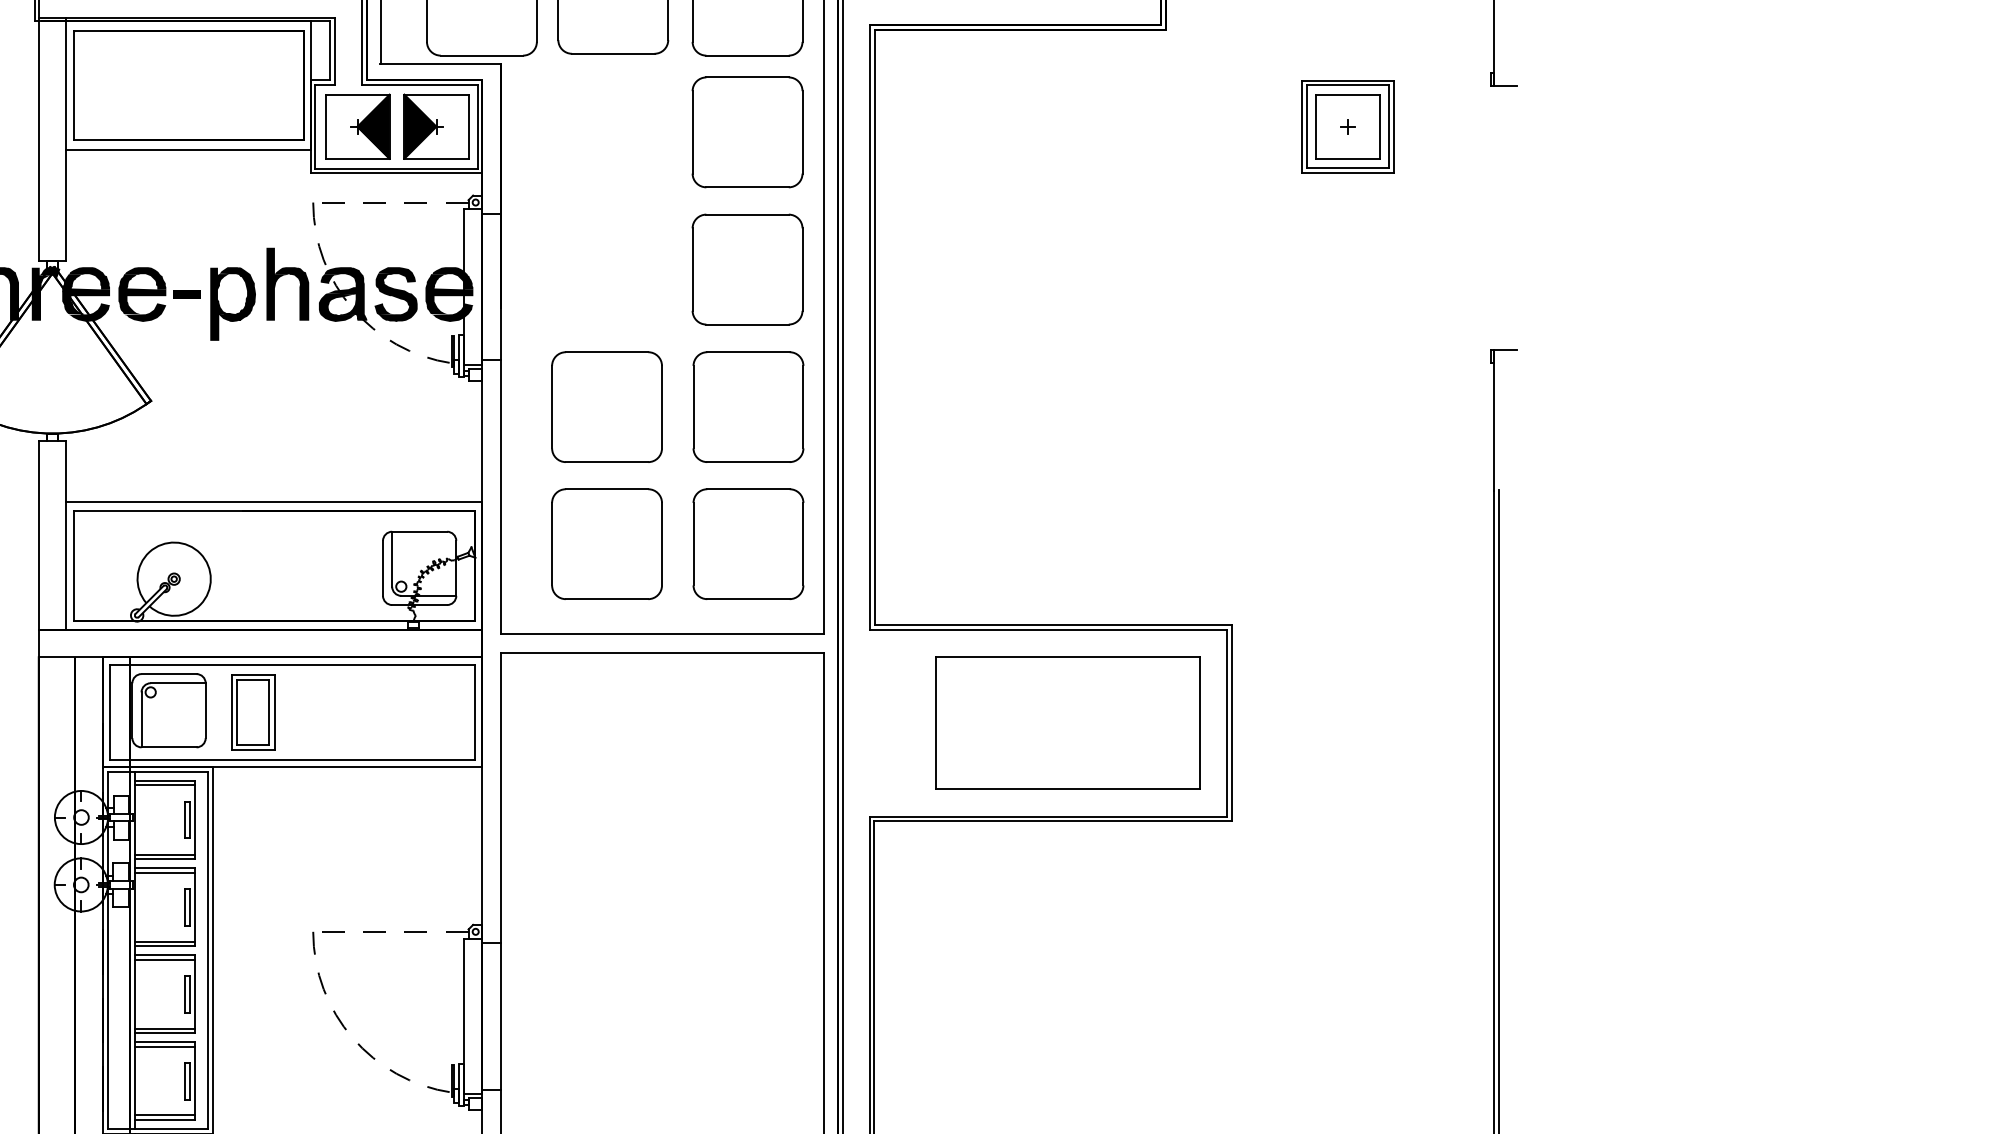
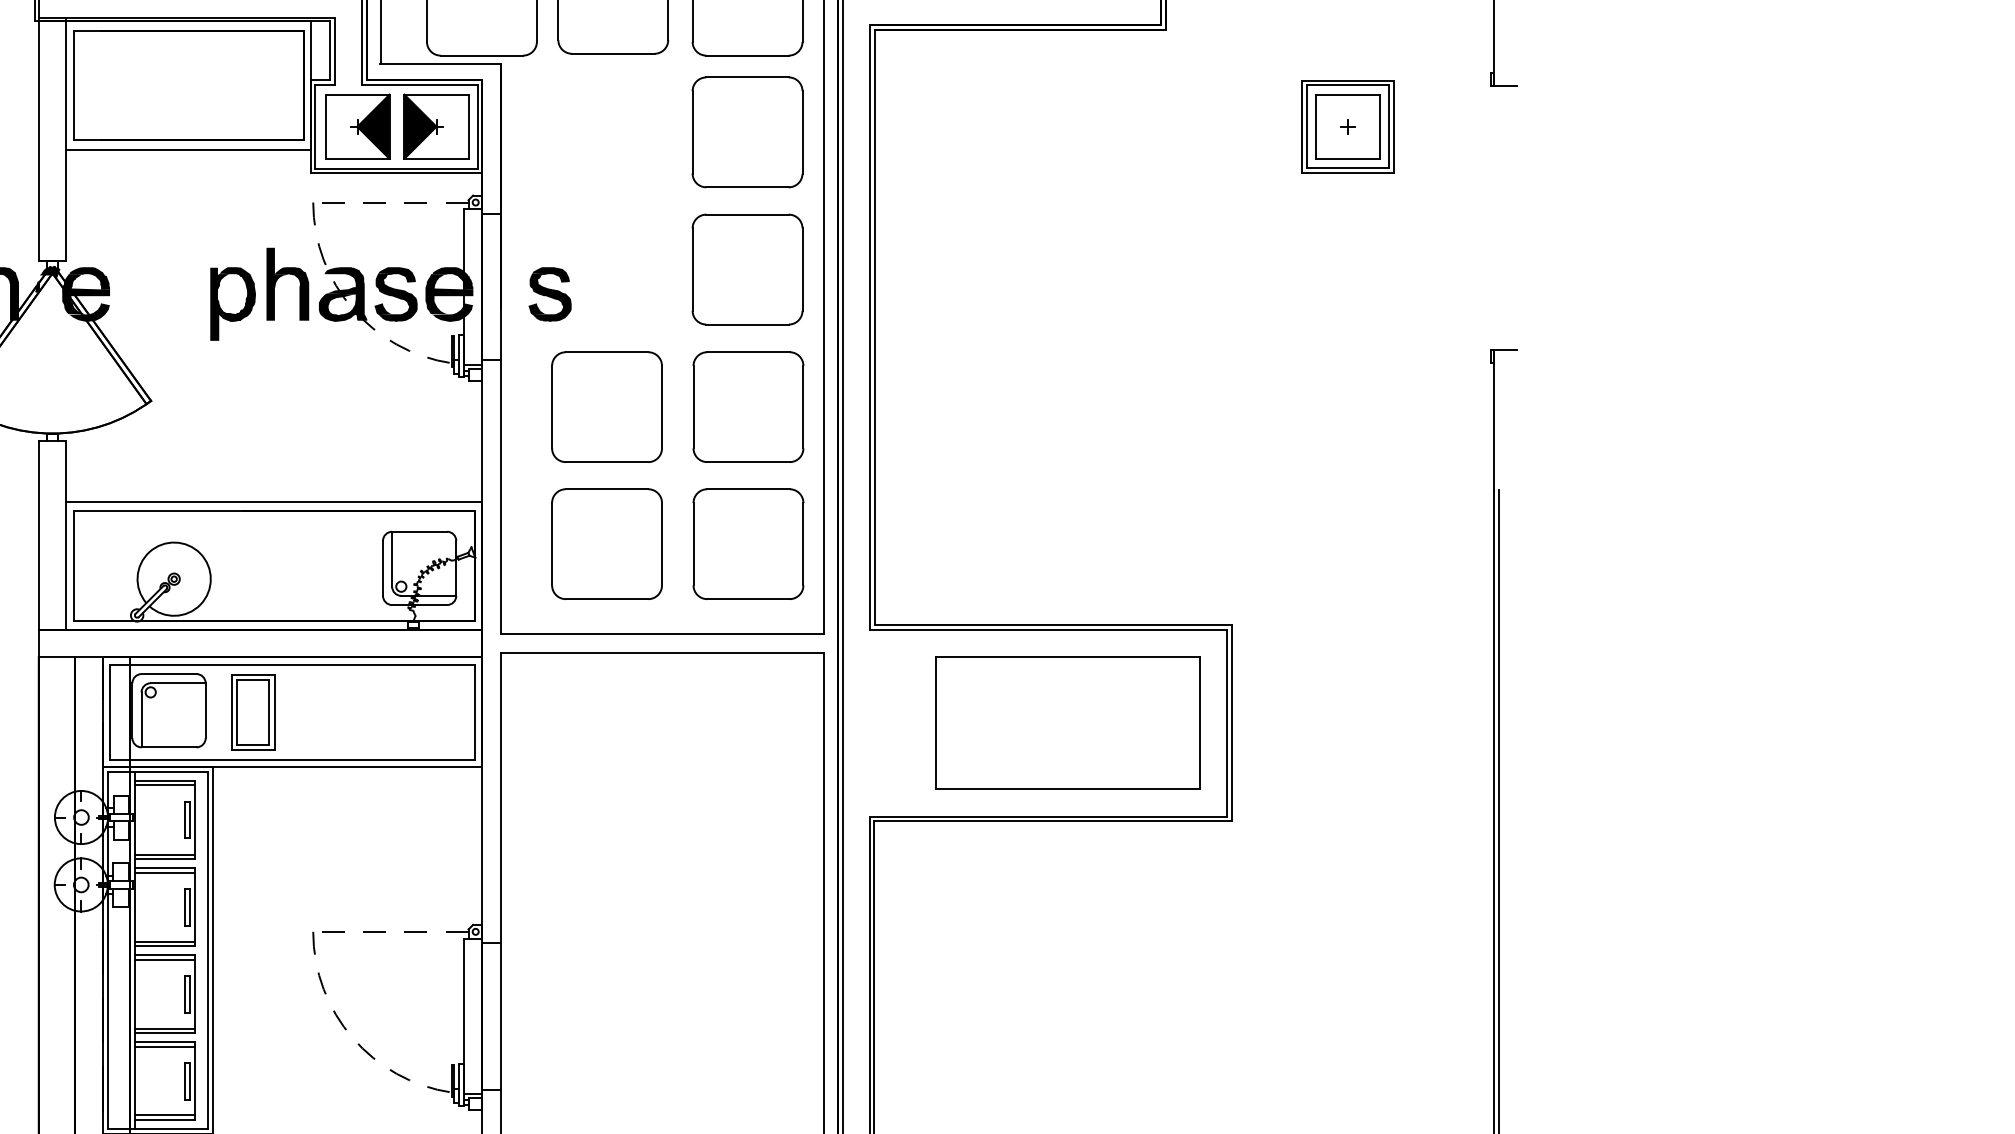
fill at (330, 278): present -> none
fill at (40, 293): present -> none
part at (159, 294): present -> none
part at (549, 294): none -> present
